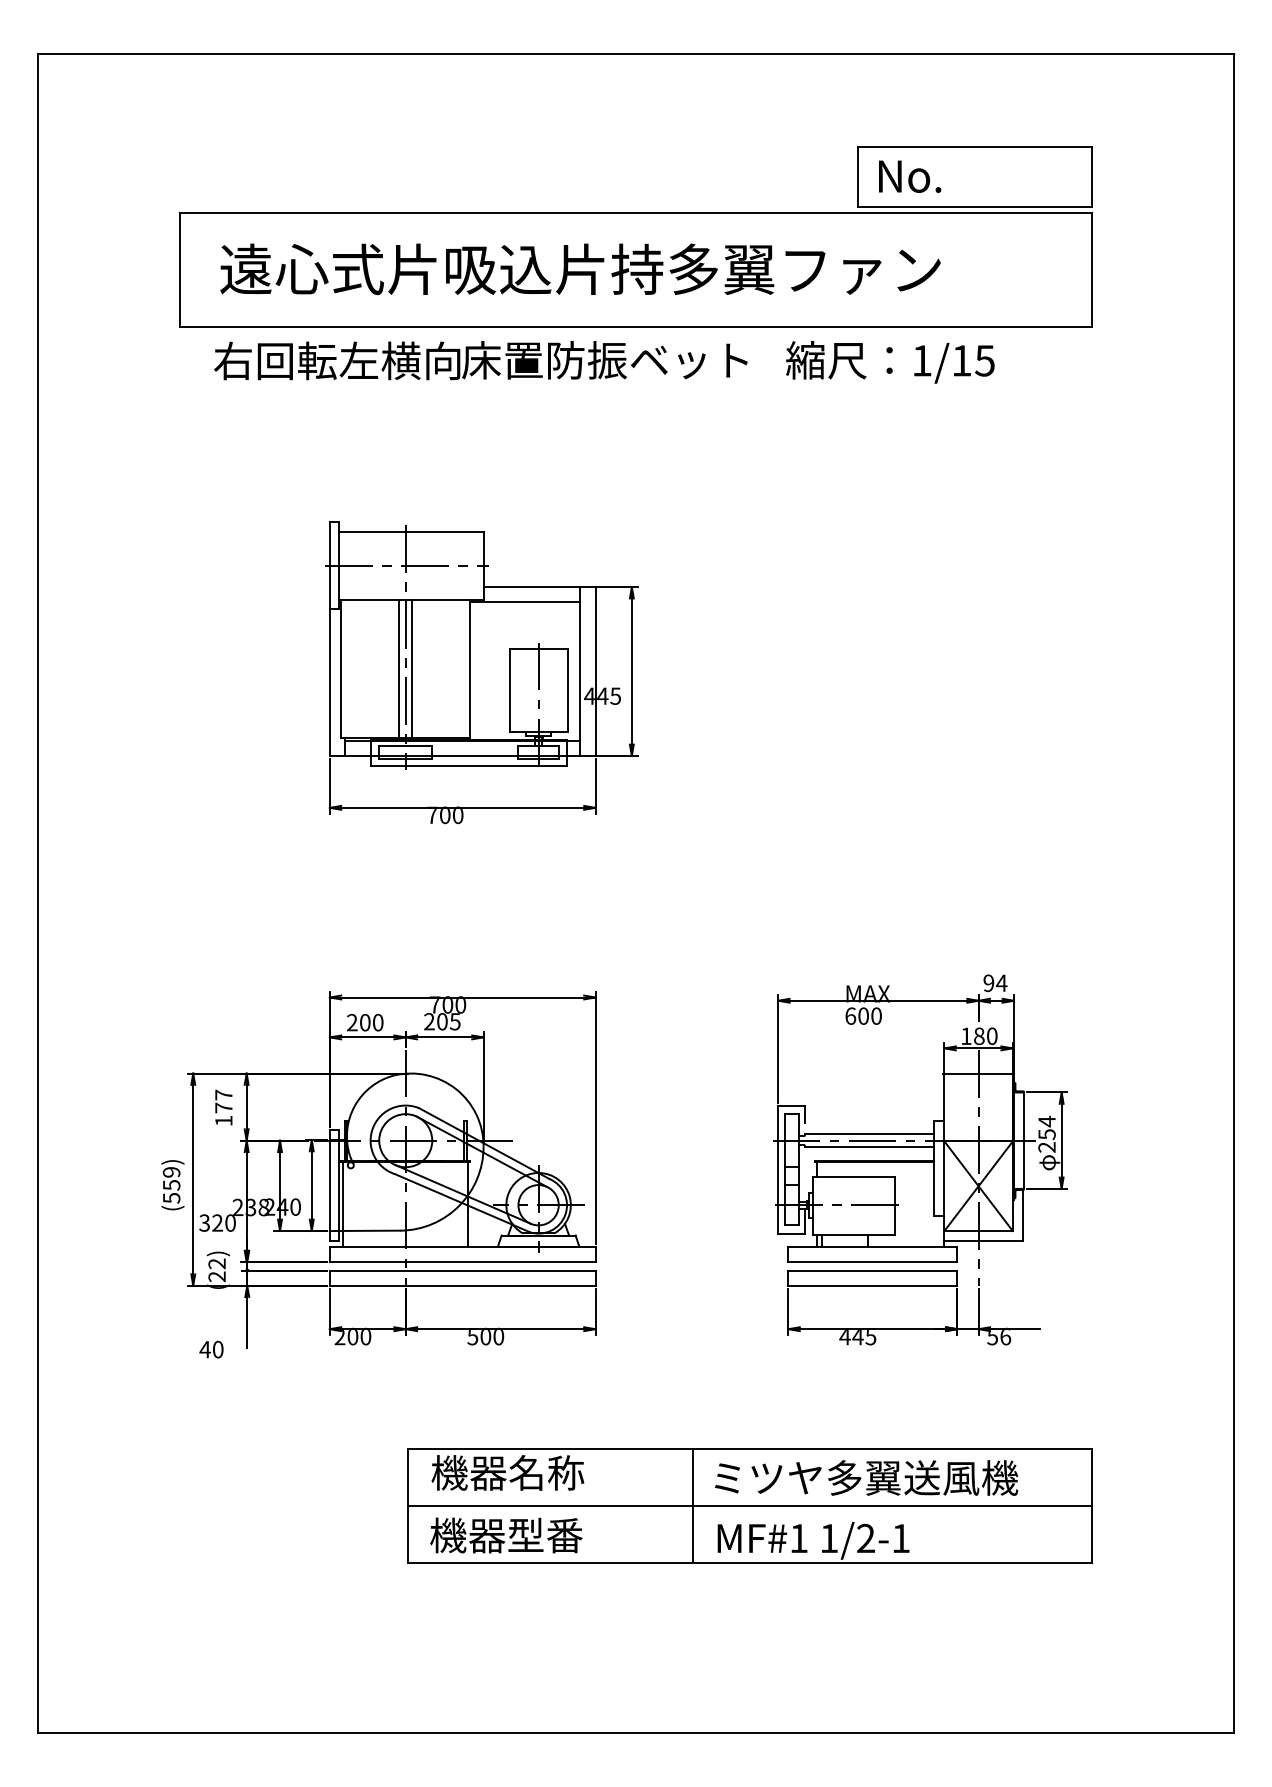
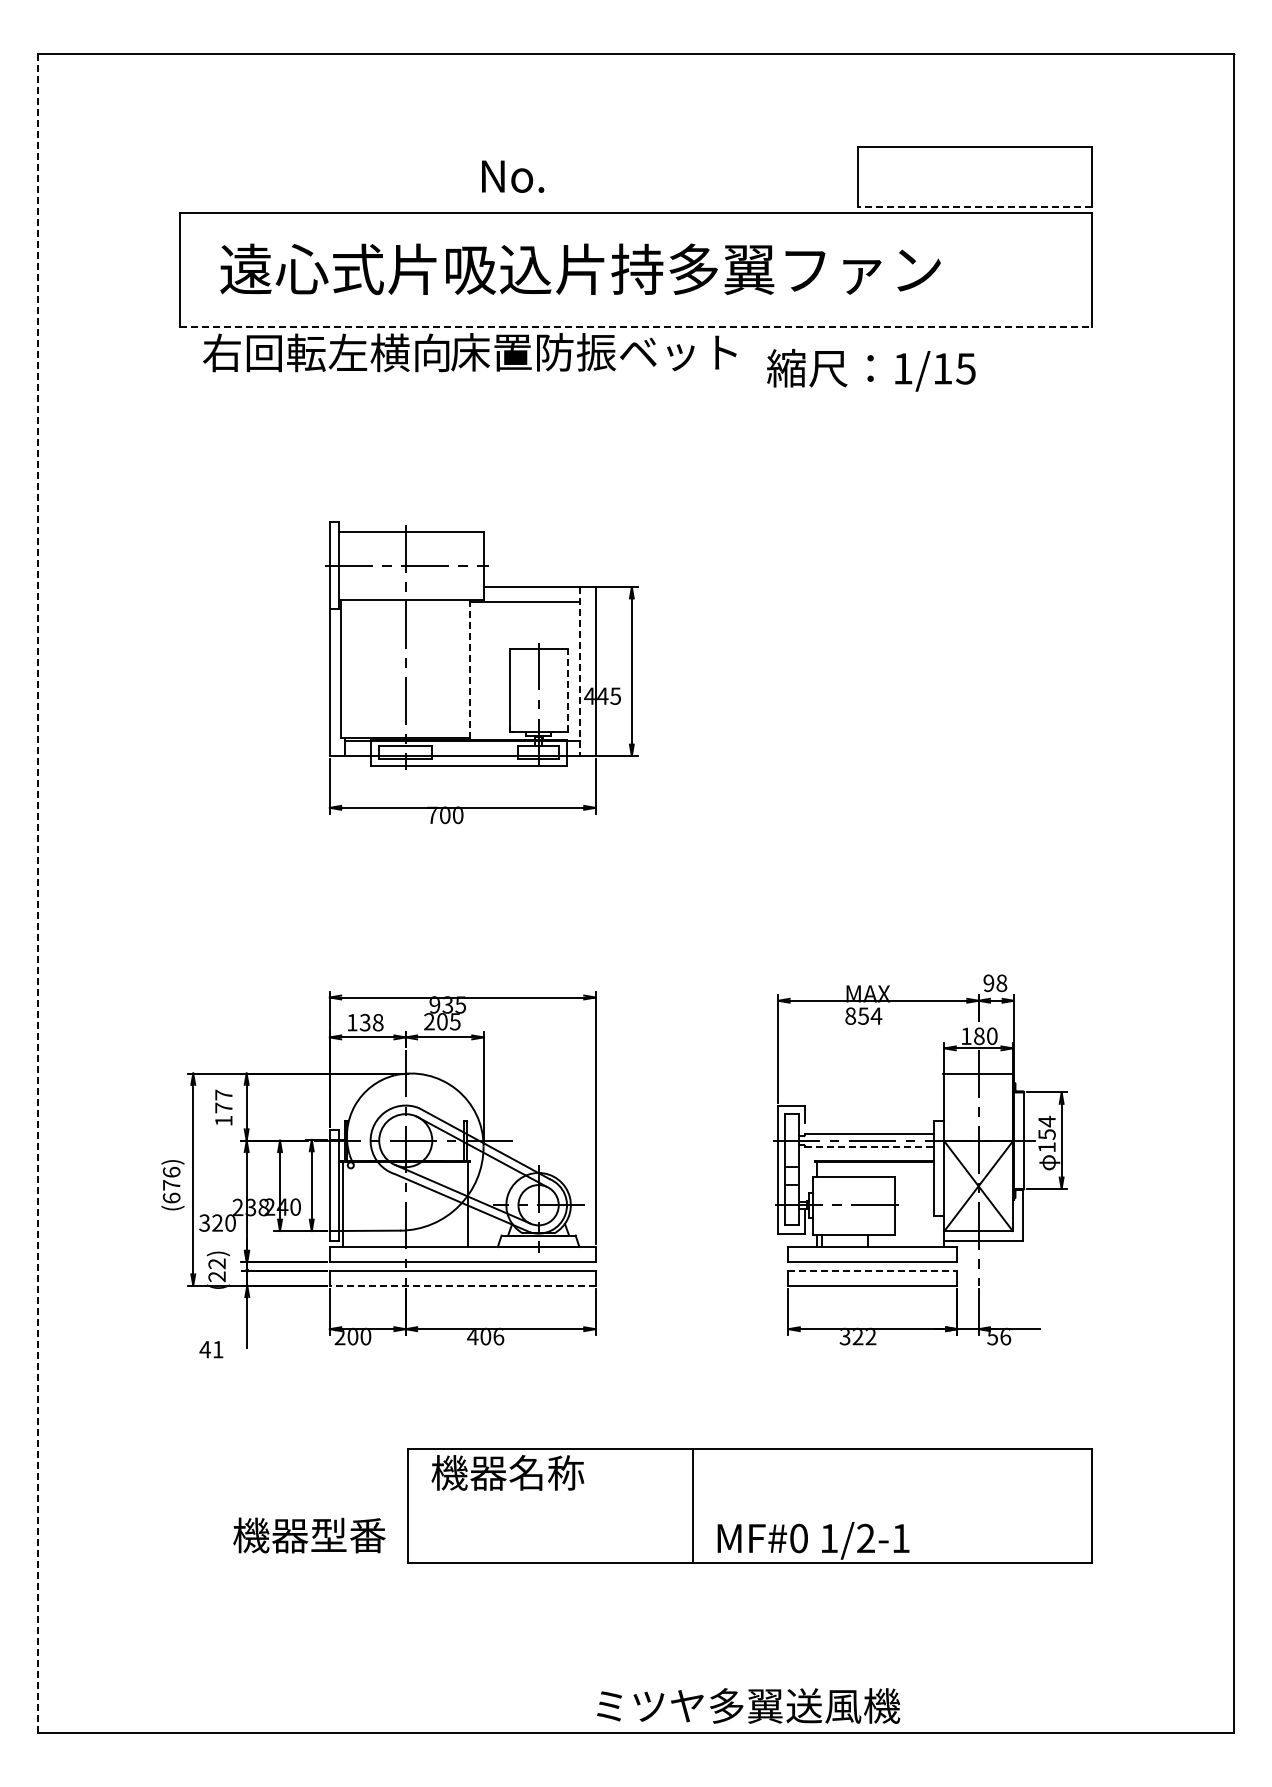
text at (910, 176) position: (910, 176) -> (513, 176)
line at (974, 206): solid -> dashed
line at (636, 327): solid -> dashed
text at (480, 360) position: (480, 360) -> (469, 352)
text at (890, 362) position: (890, 362) -> (871, 370)
line at (399, 668): present -> none
line at (412, 668): present -> none
line at (470, 668): solid -> dashed
line at (580, 672): solid -> dashed
line at (568, 689): solid -> dashed
line at (38, 893): solid -> dashed
text at (1001, 983): 94 -> 98
text at (447, 1004): 700 -> 935
text at (863, 1015): 600 -> 854
text at (365, 1022): 200 -> 138
line at (869, 1147): solid -> dashed
text at (1046, 1147): 254 -> 154
text at (171, 1184): (559) -> (676)
line at (873, 1270): solid -> dashed
line at (462, 1285): solid -> dashed
text at (485, 1336): 500 -> 406
text at (857, 1336): 445 -> 322
text at (218, 1349): 40 -> 41
text at (866, 1477) position: (866, 1477) -> (748, 1705)
line at (749, 1505): present -> none
text at (506, 1535) position: (506, 1535) -> (309, 1535)
text at (798, 1538): MF#1 -> MF#0
